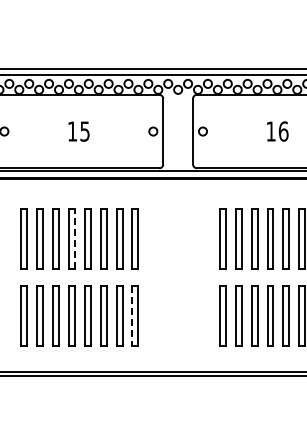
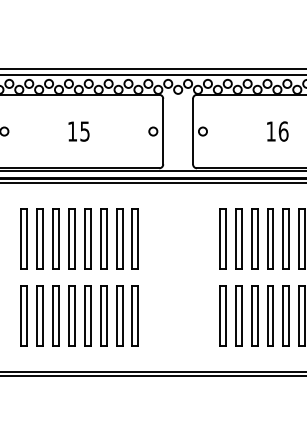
line at (152, 183): none -> present
line at (74, 238): dashed -> solid
line at (132, 316): dashed -> solid
